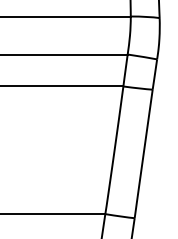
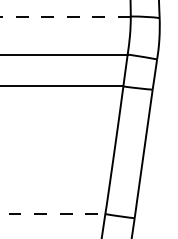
line at (65, 16): solid -> dashed
line at (53, 214): solid -> dashed
